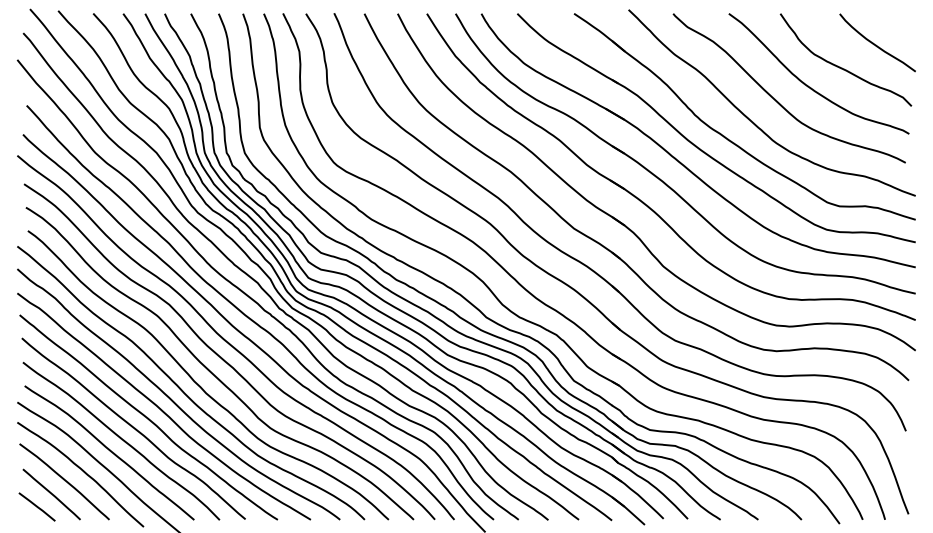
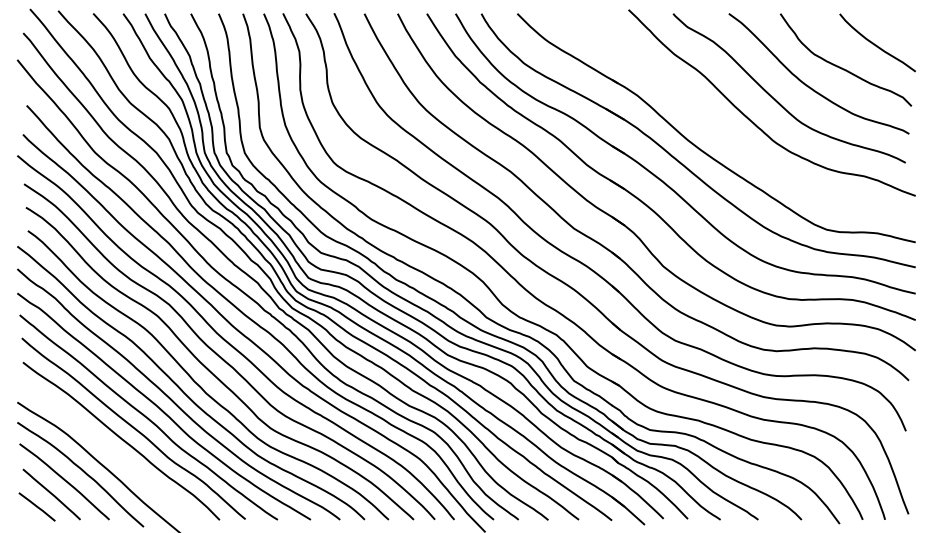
part at (728, 138): present -> none
curve at (109, 451): present -> none
